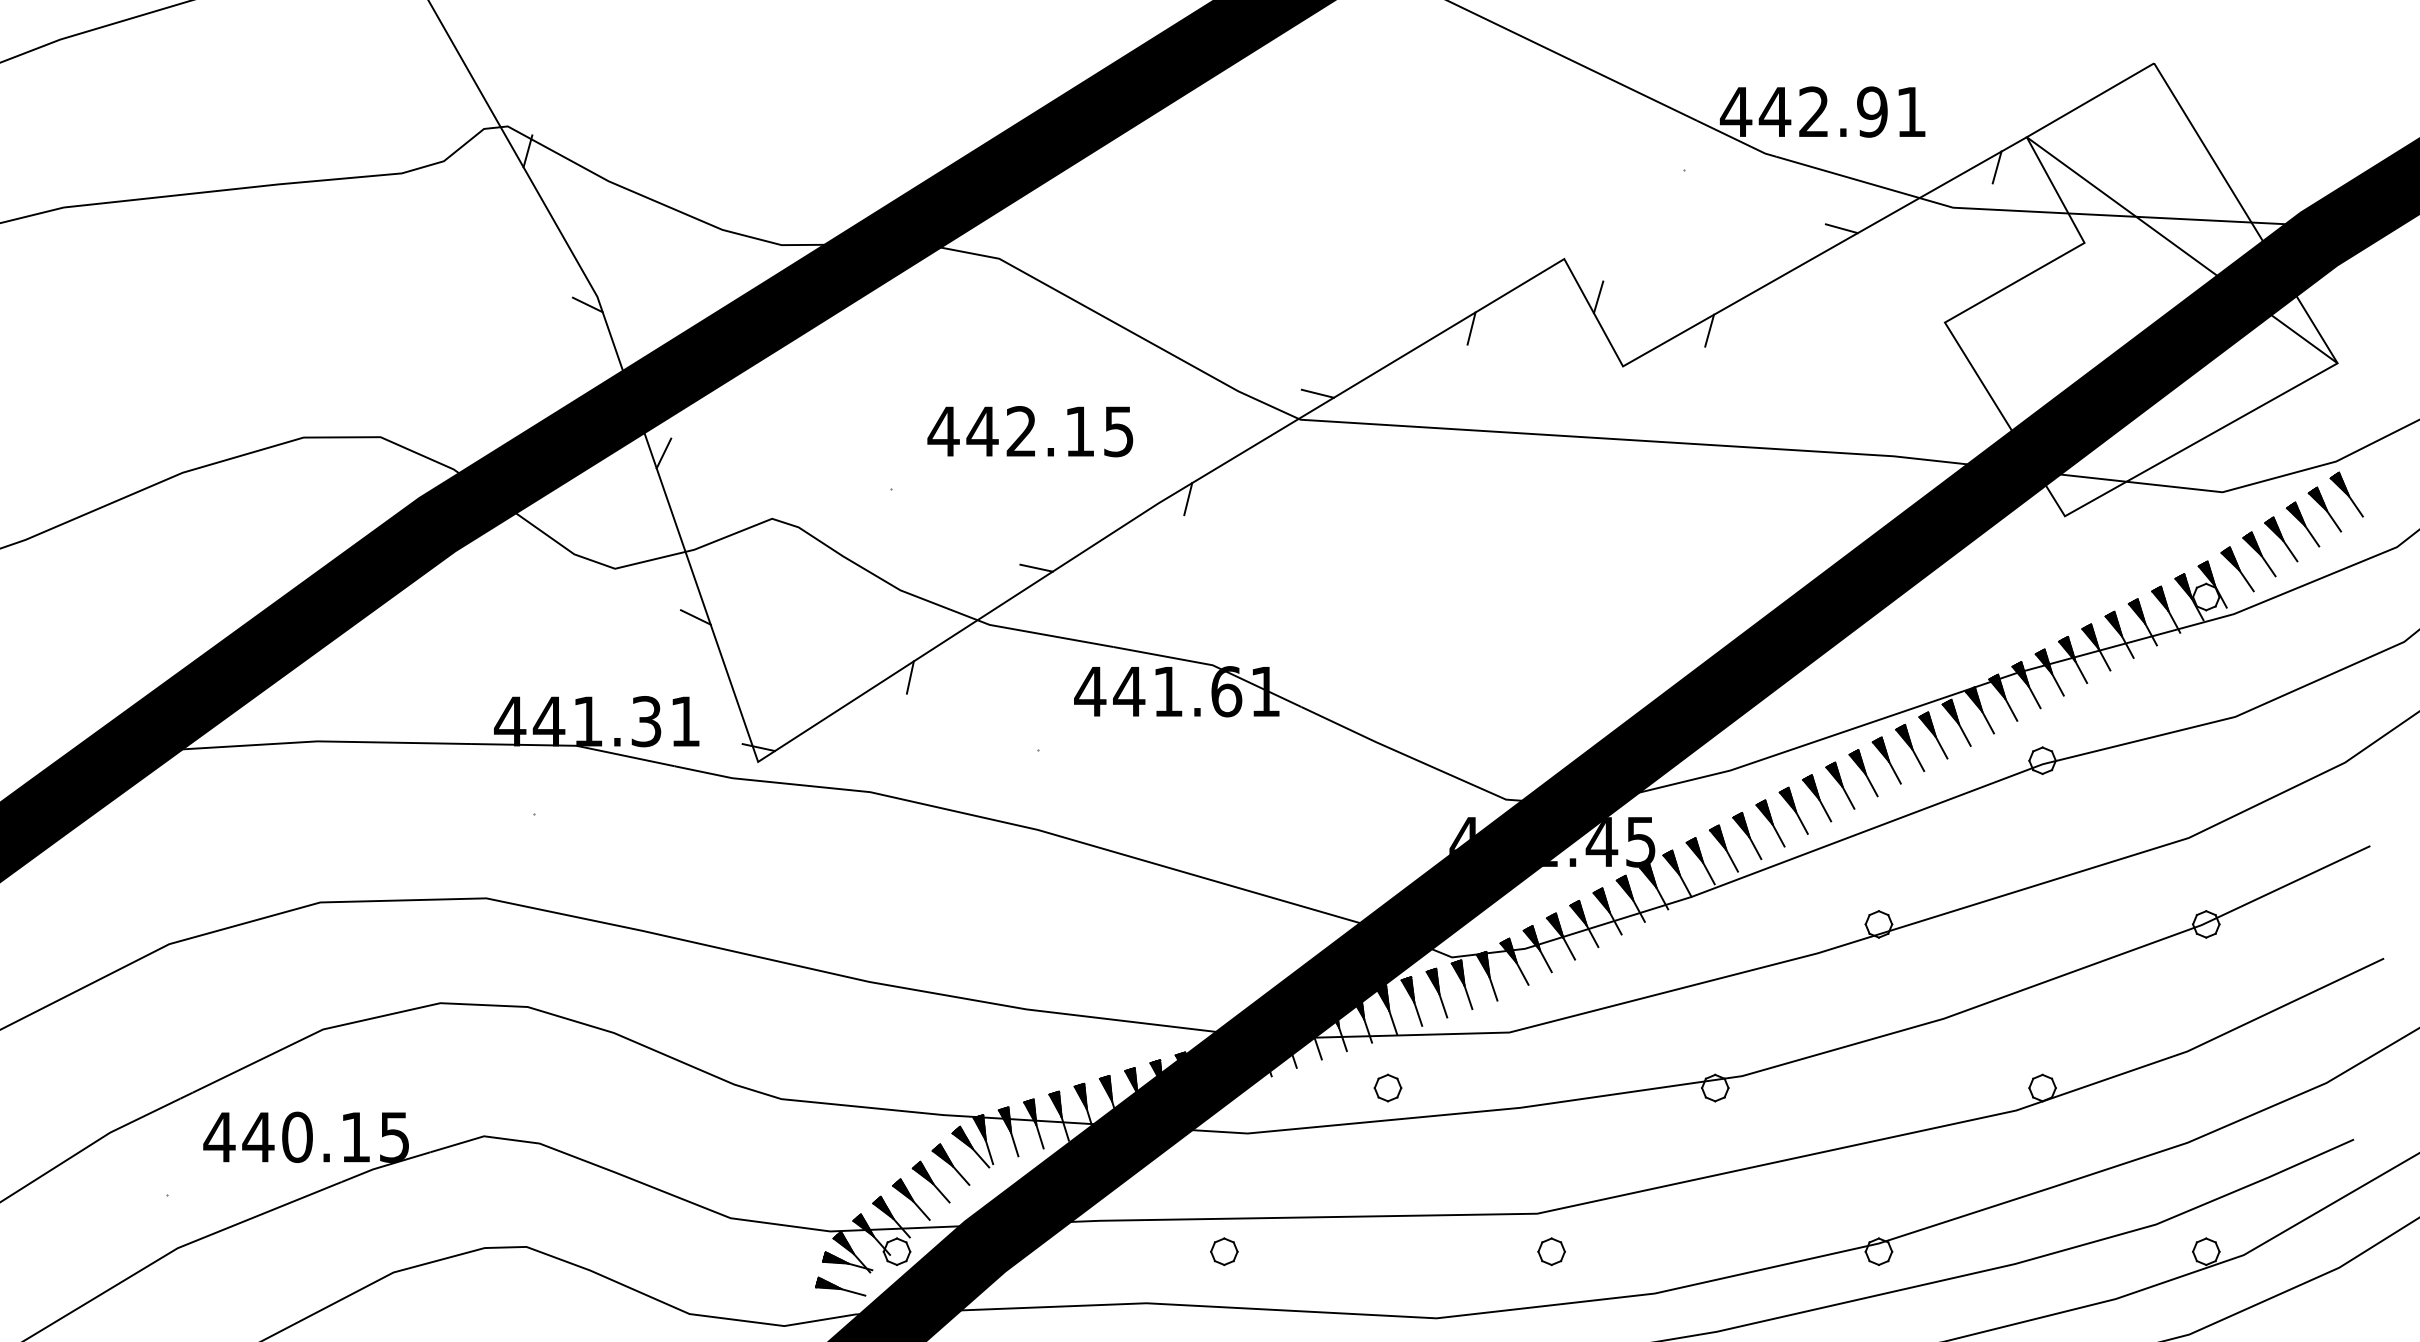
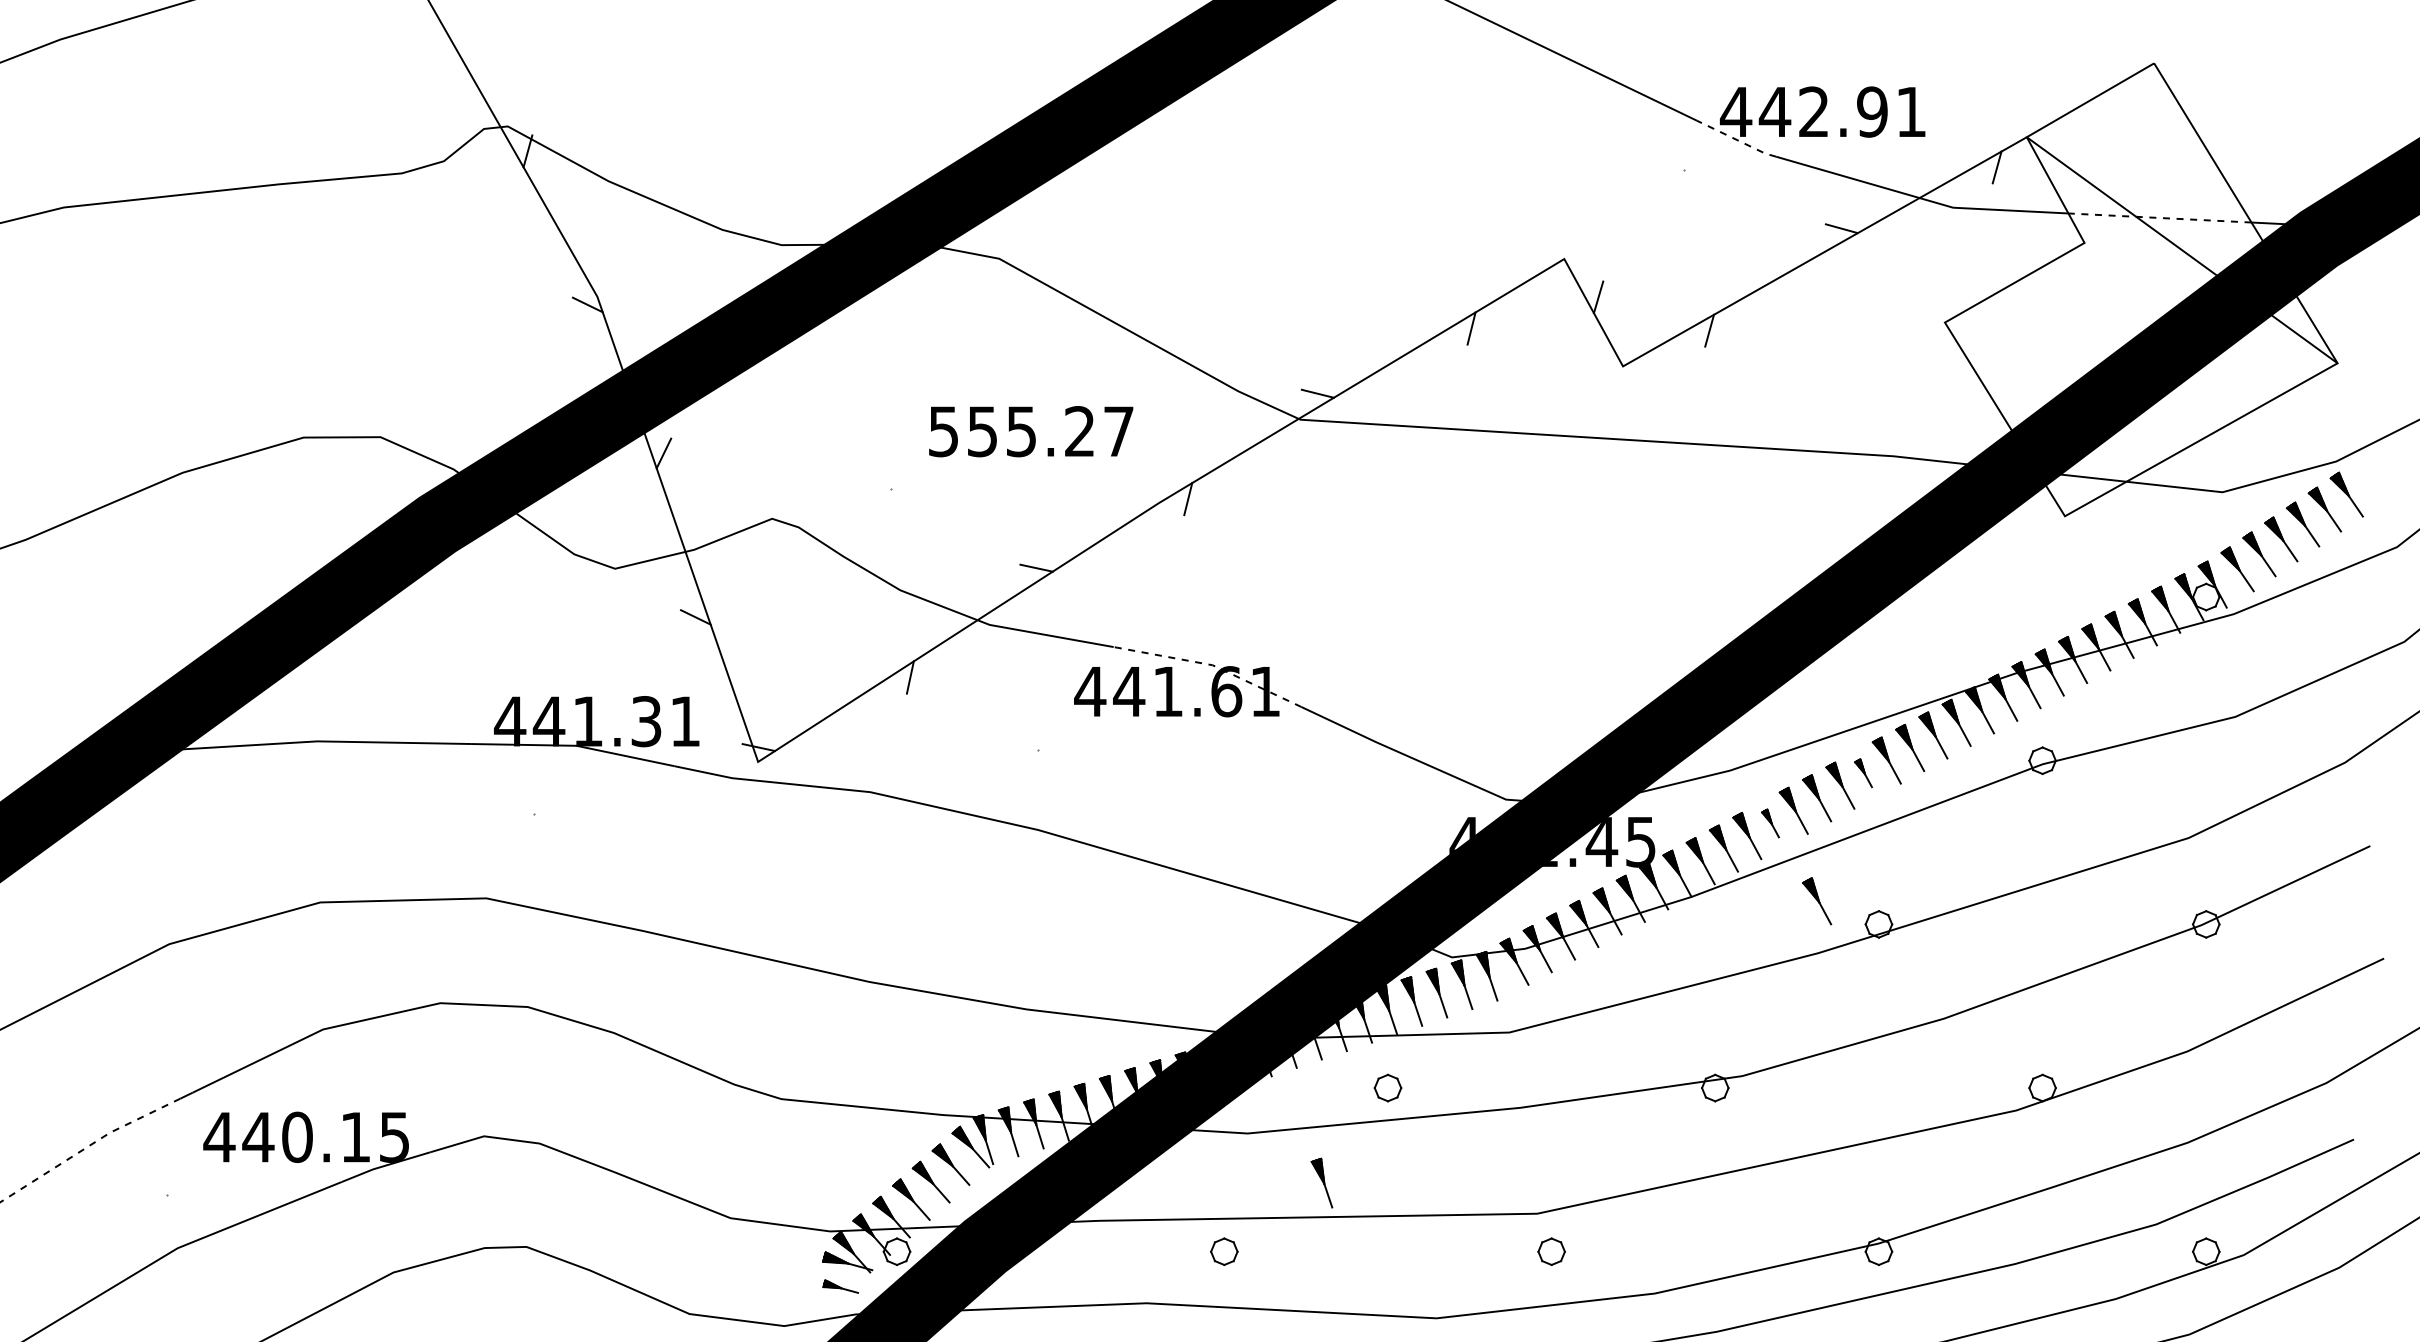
line at (1736, 139): solid -> dashed
line at (2159, 218): solid -> dashed
text at (1030, 431): 442.15 -> 555.27
line at (1210, 664): solid -> dashed
part at (1863, 773) size: 31x49 px -> 19x31 px
part at (1770, 823) size: 31x49 px -> 19x31 px
part at (1817, 901): none -> present
line at (88, 1146): solid -> dashed
part at (1321, 1182): none -> present
part at (840, 1286) size: 52x21 px -> 37x15 px
